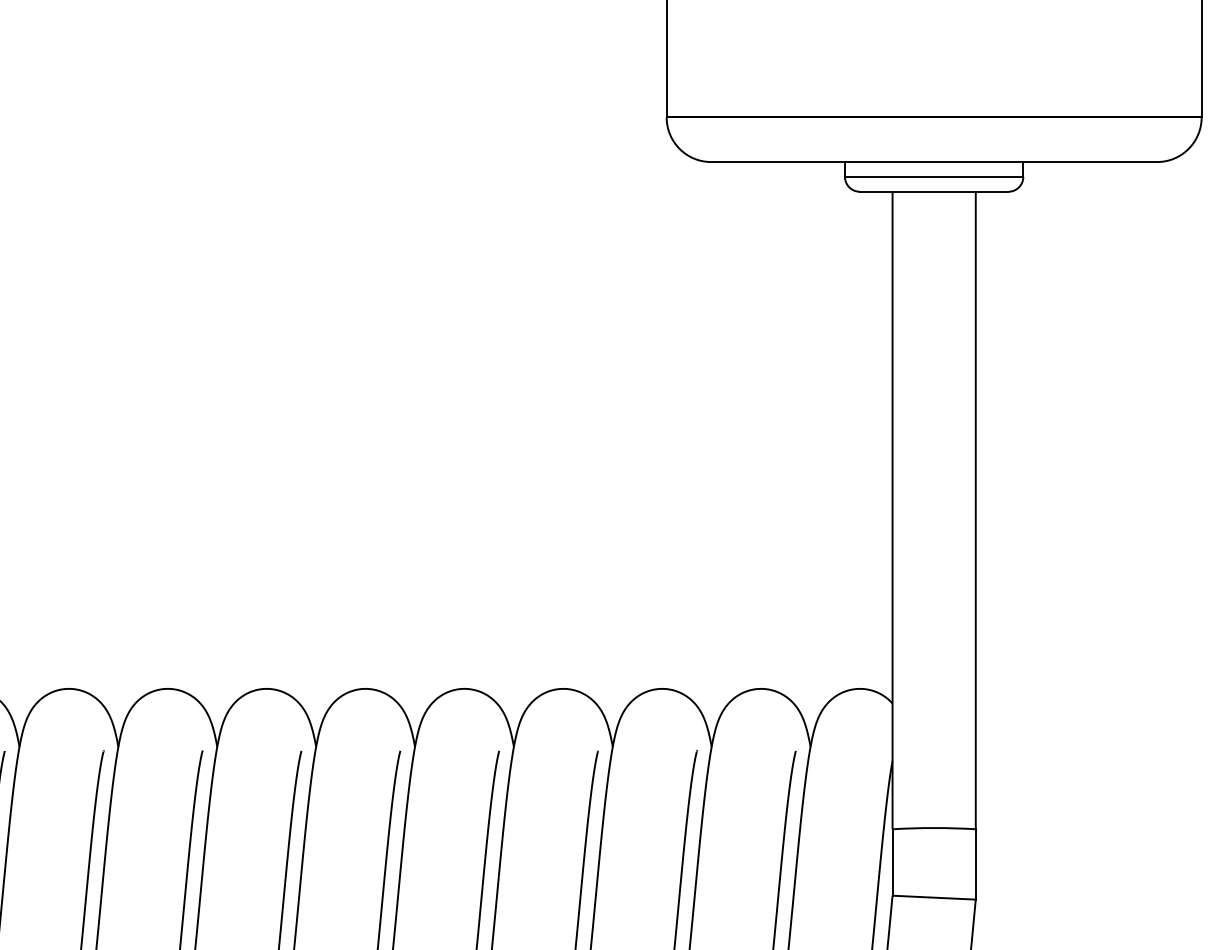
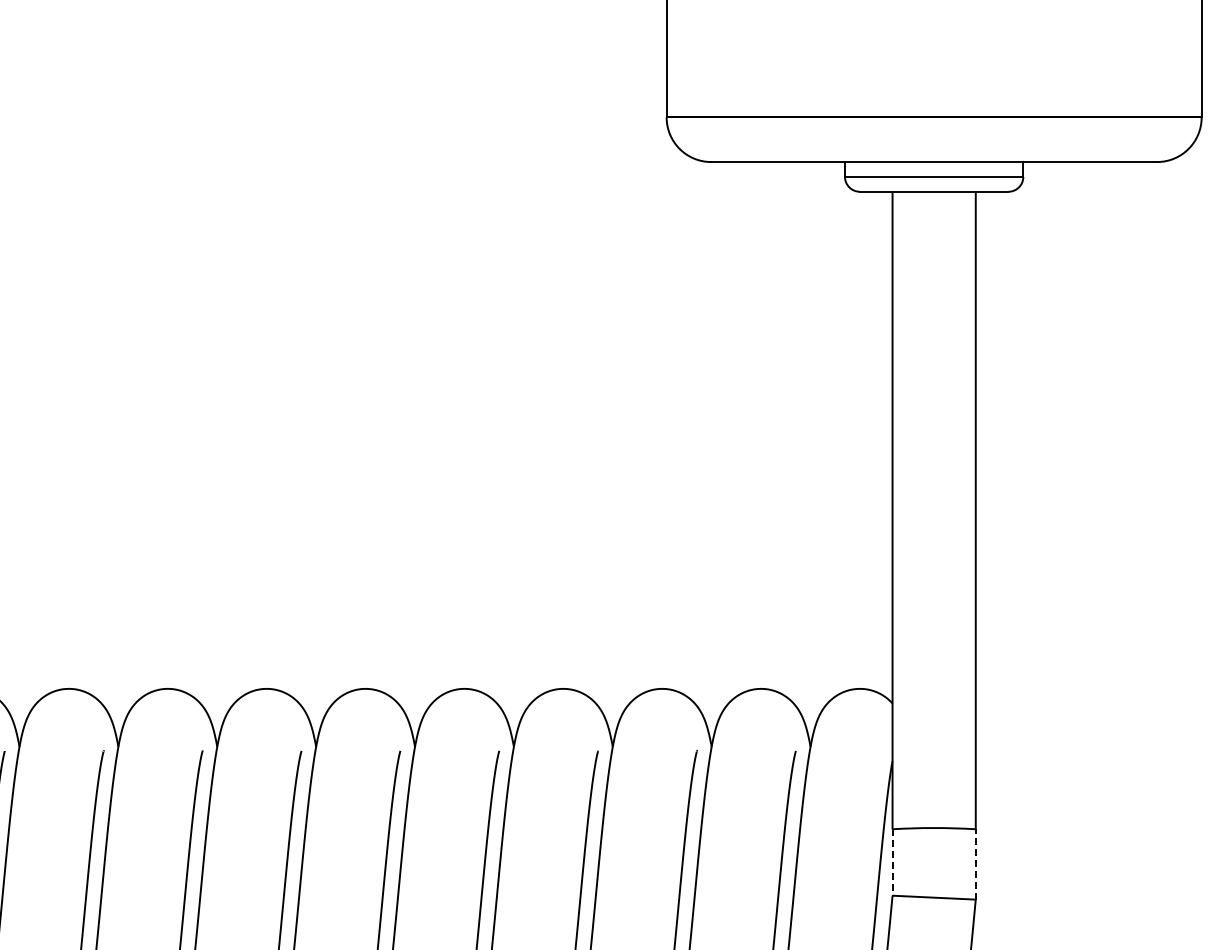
line at (892, 862): solid -> dashed
line at (975, 863): solid -> dashed
